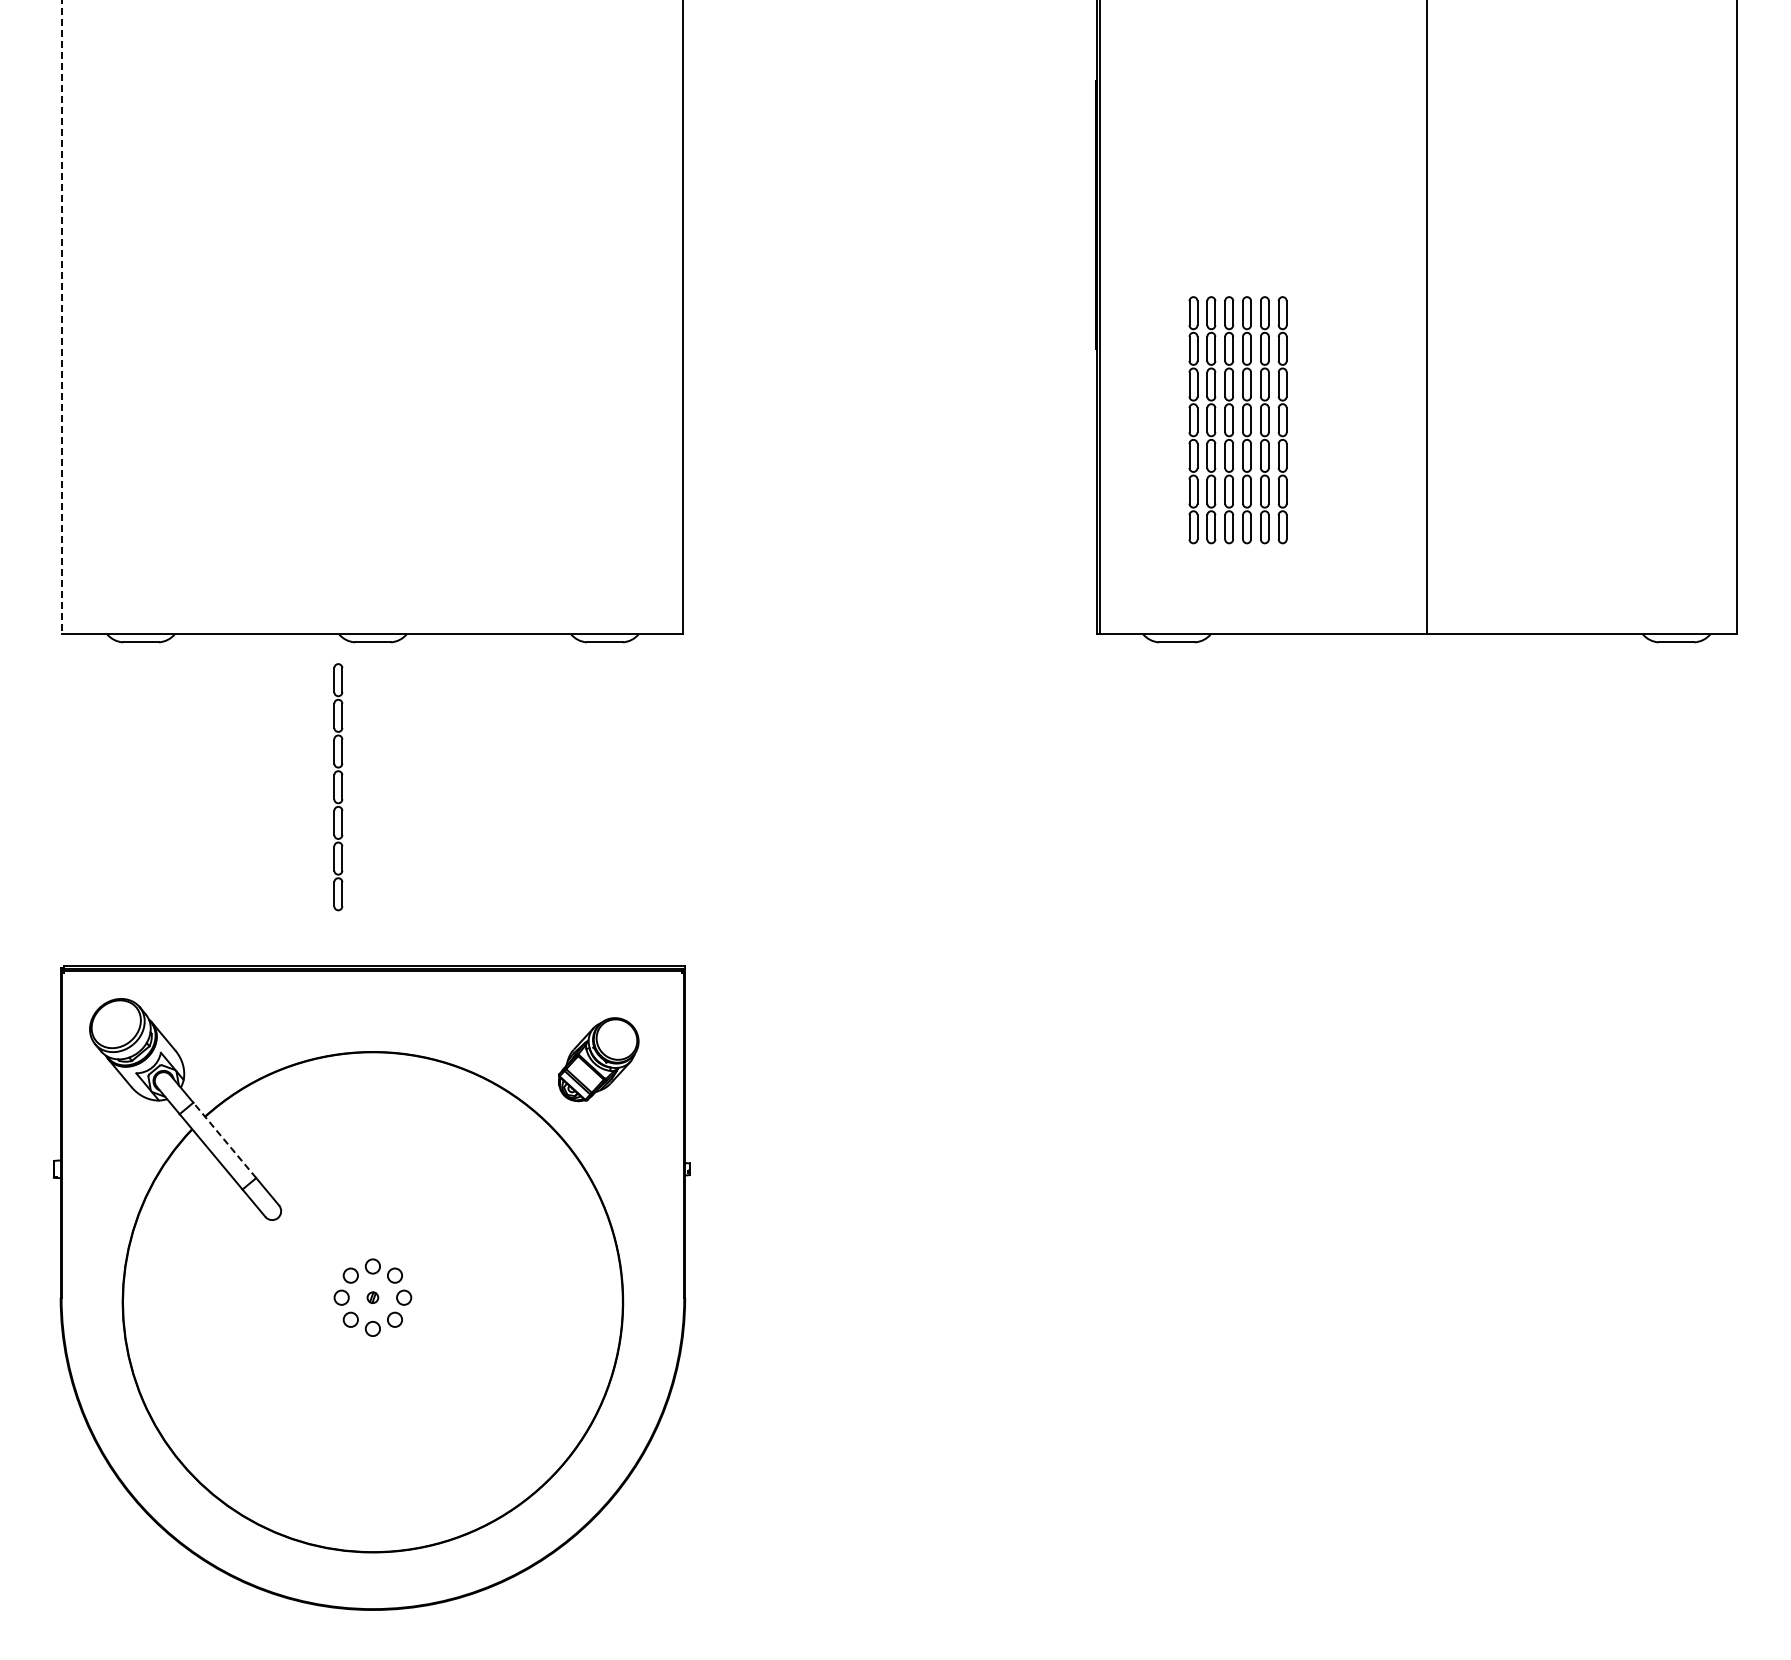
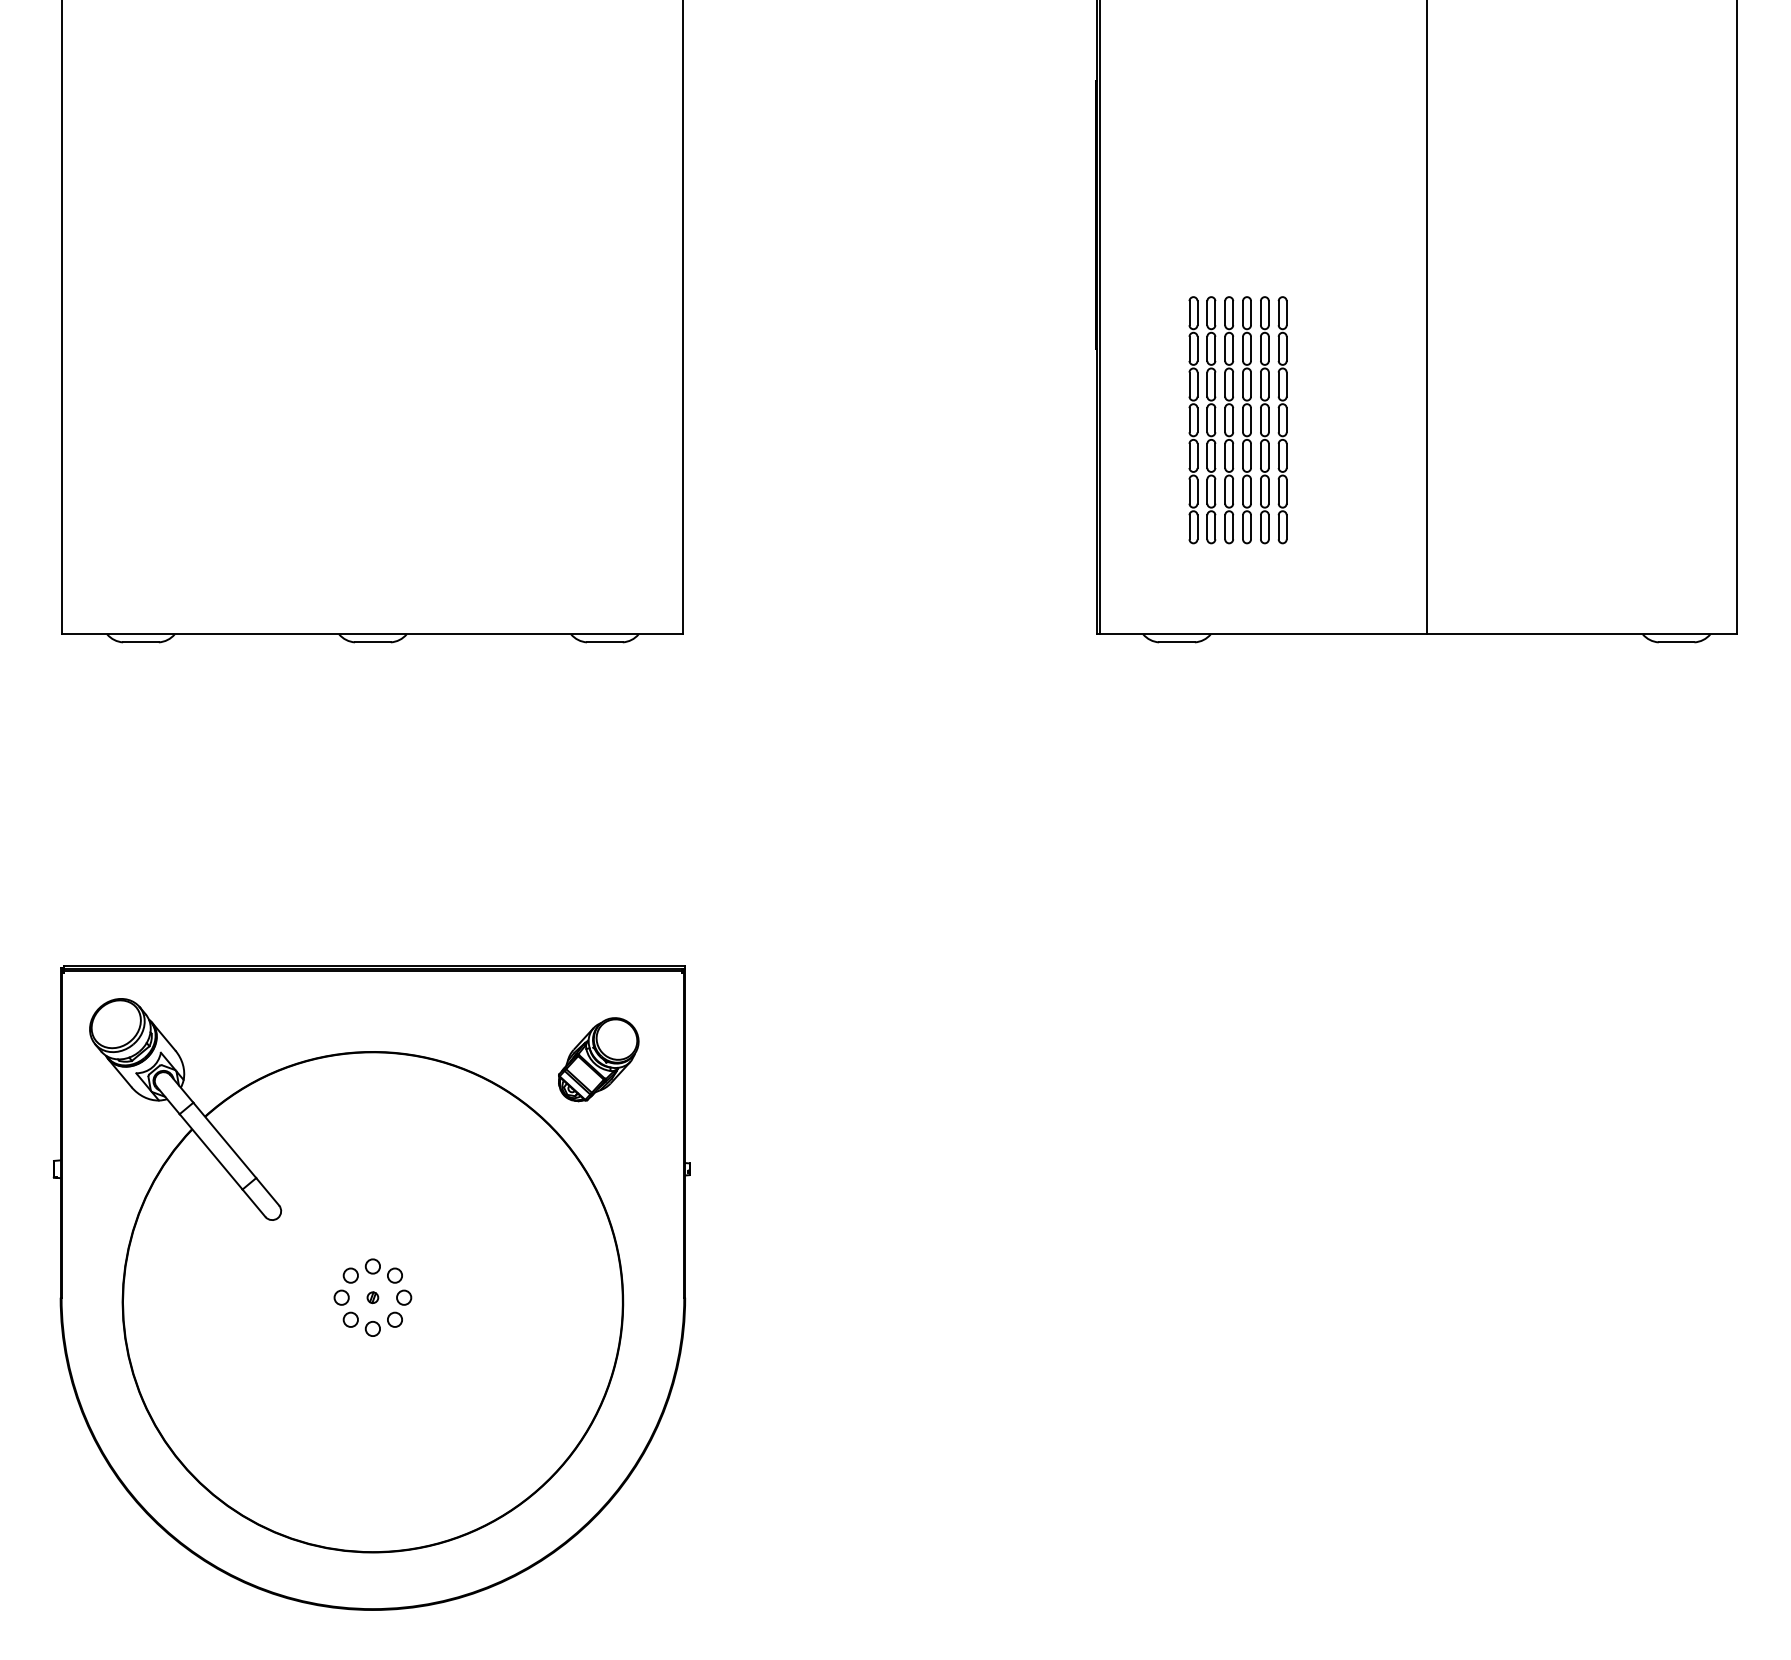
line at (62, 317): dashed -> solid
part at (338, 787): present -> none
line at (224, 1140): dashed -> solid
